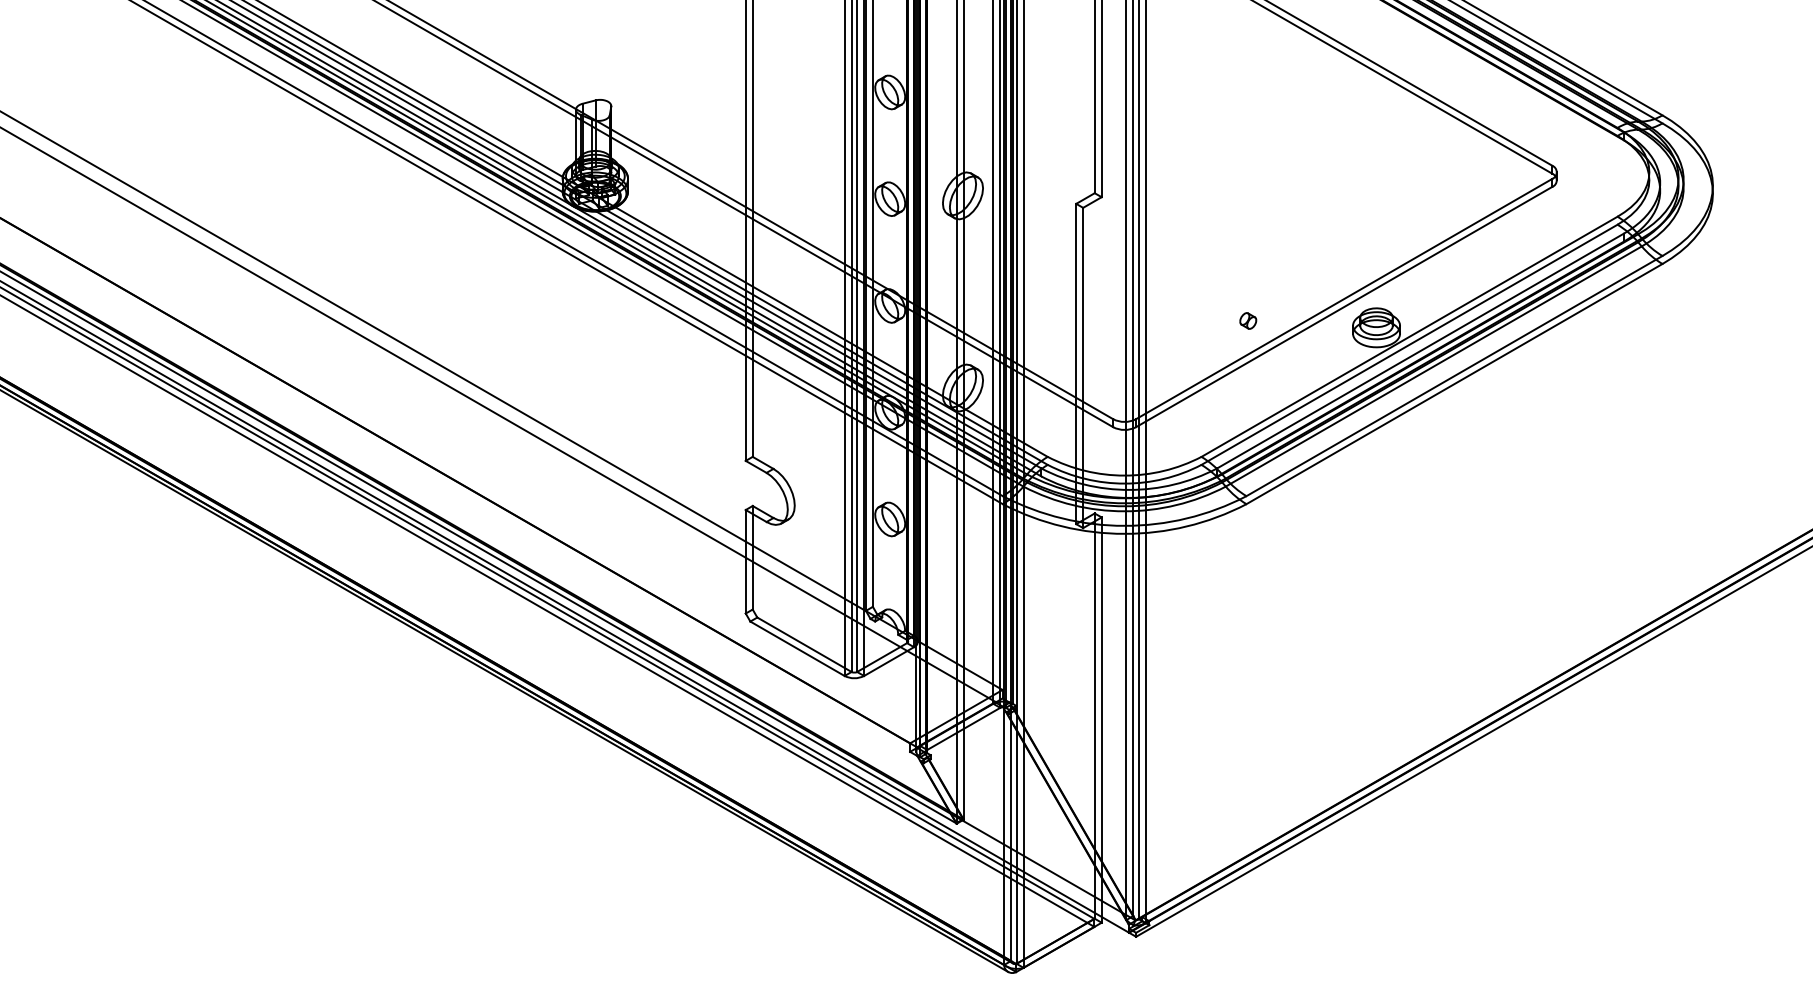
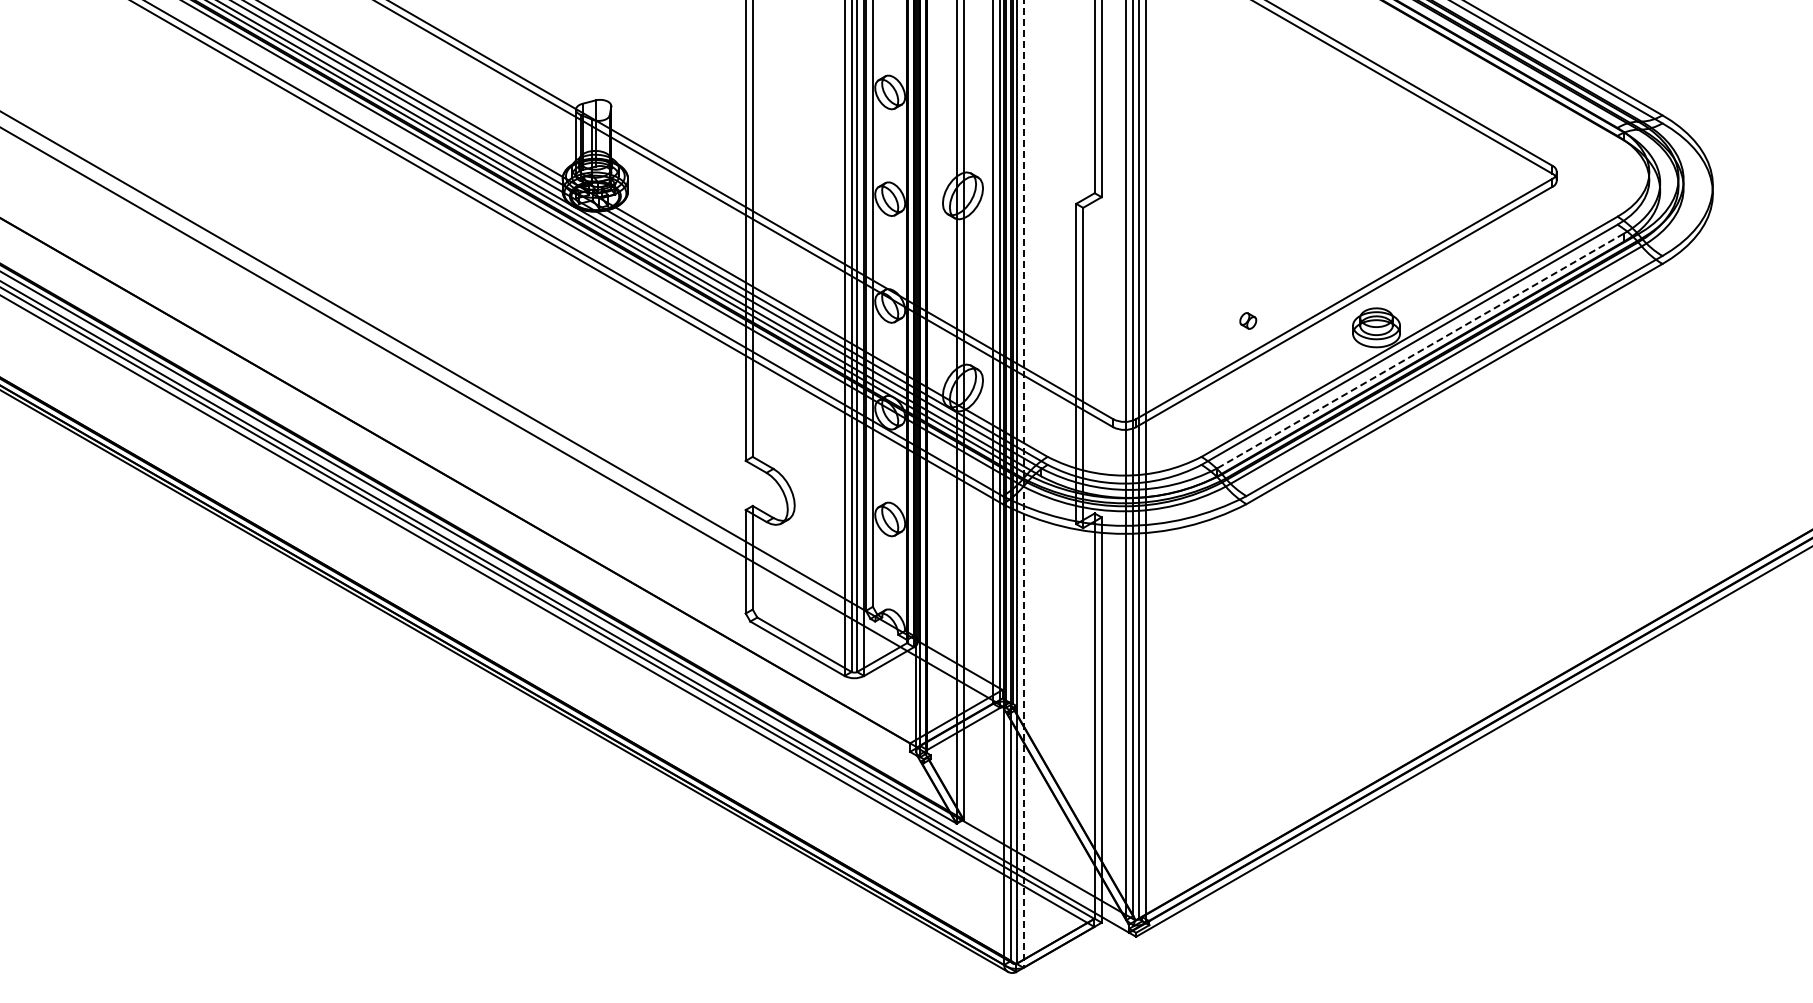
line at (1420, 351): solid -> dashed
line at (1023, 484): solid -> dashed
